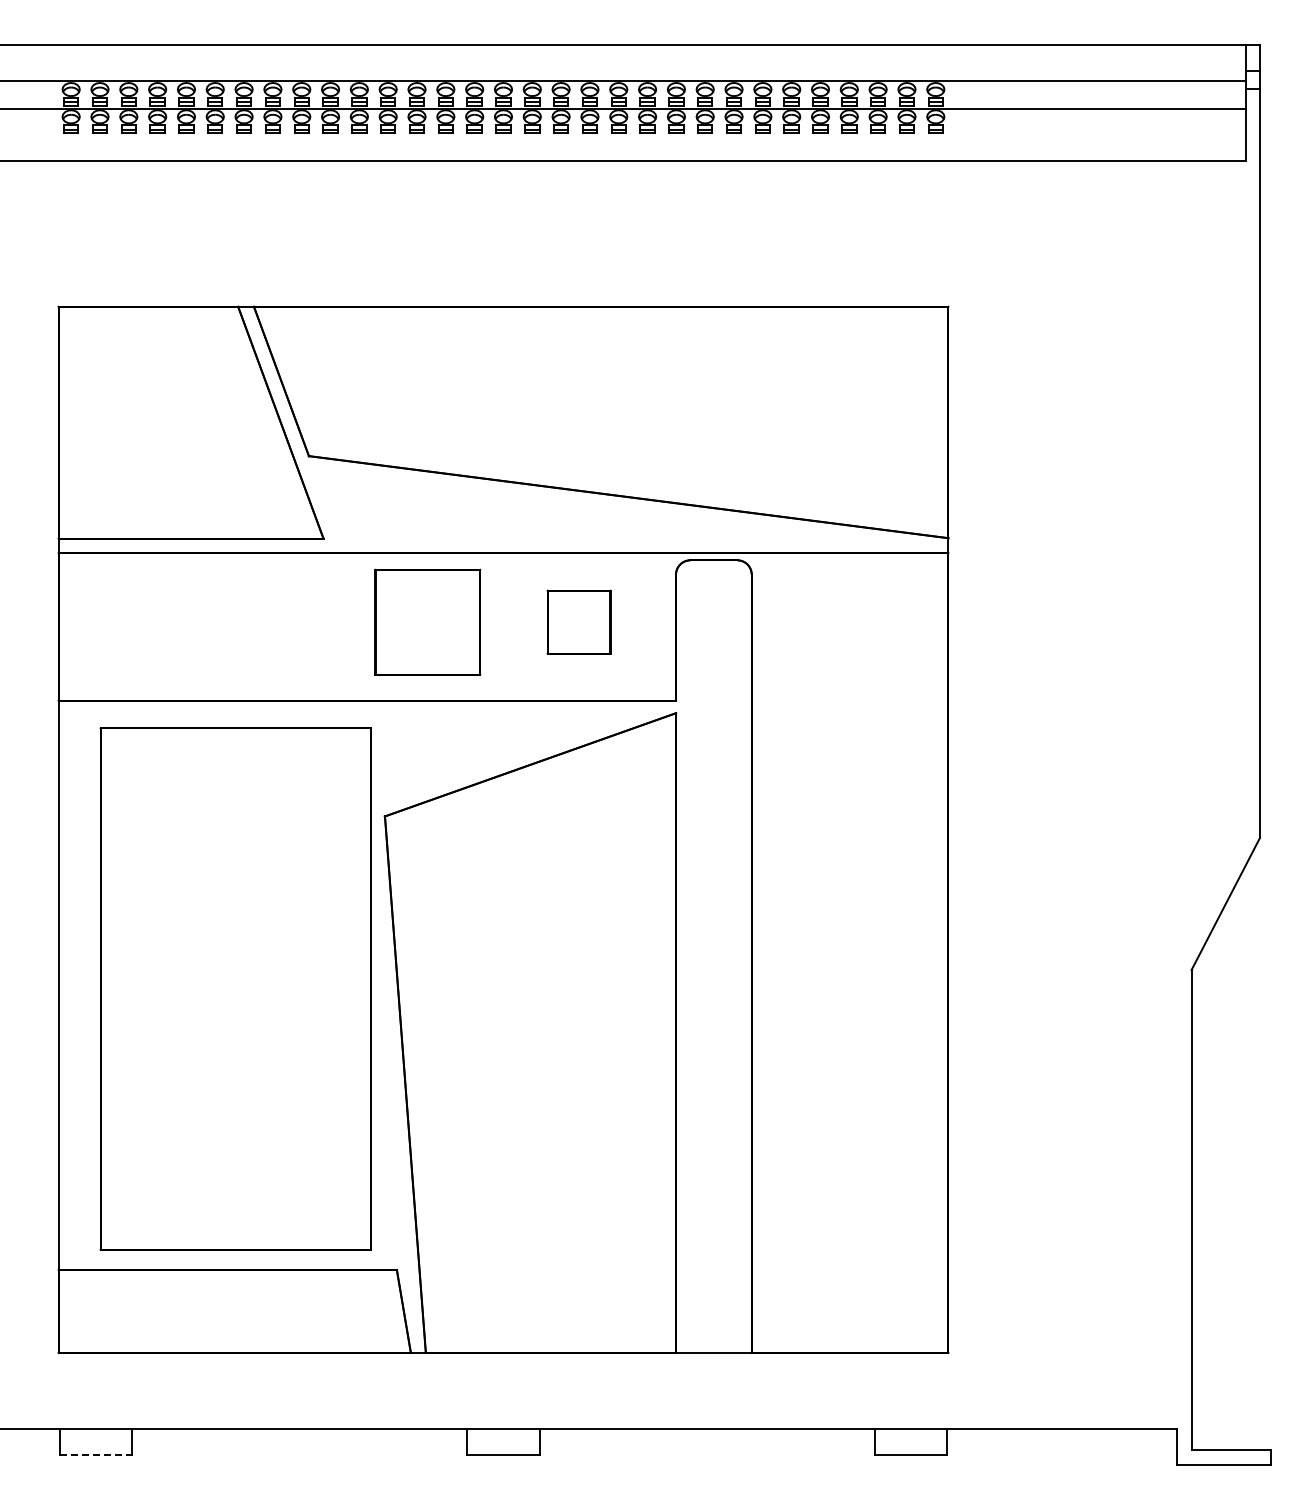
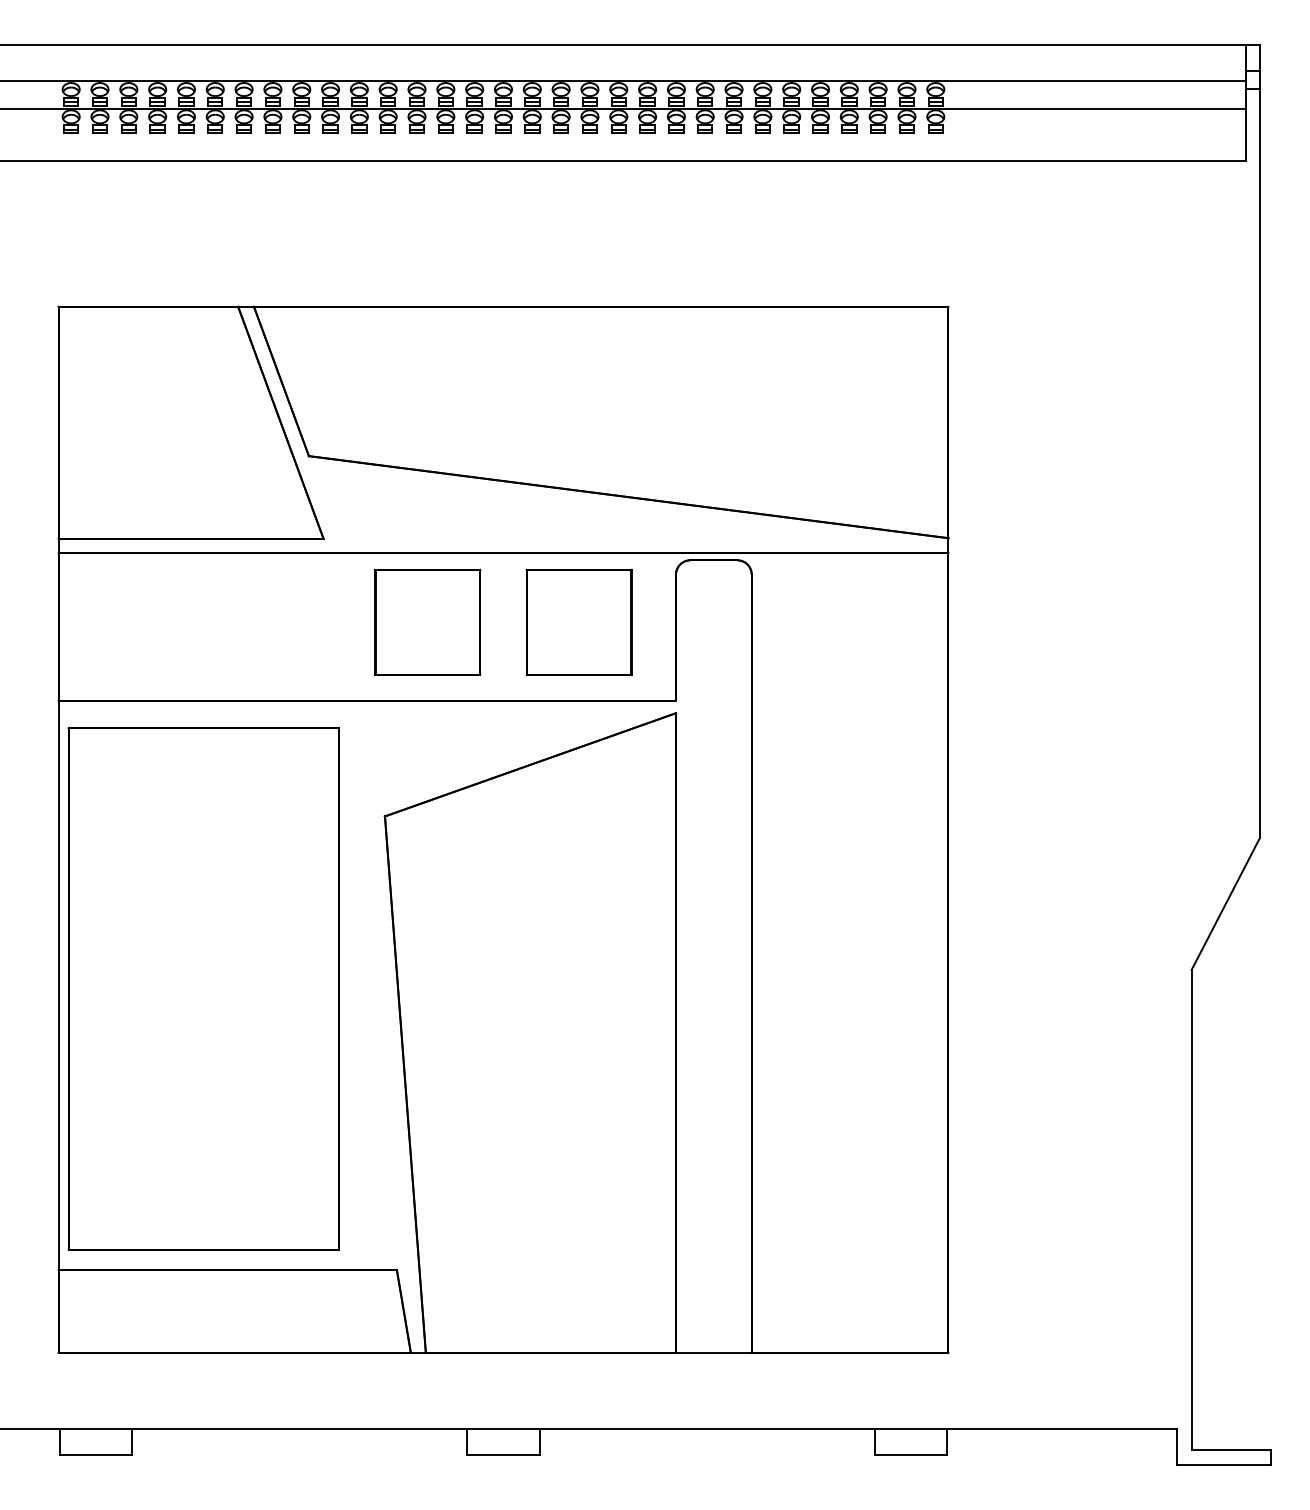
part at (578, 621) size: 66x66 px -> 108x108 px
part at (235, 988) position: (235, 988) -> (203, 988)
line at (96, 1455): dashed -> solid
